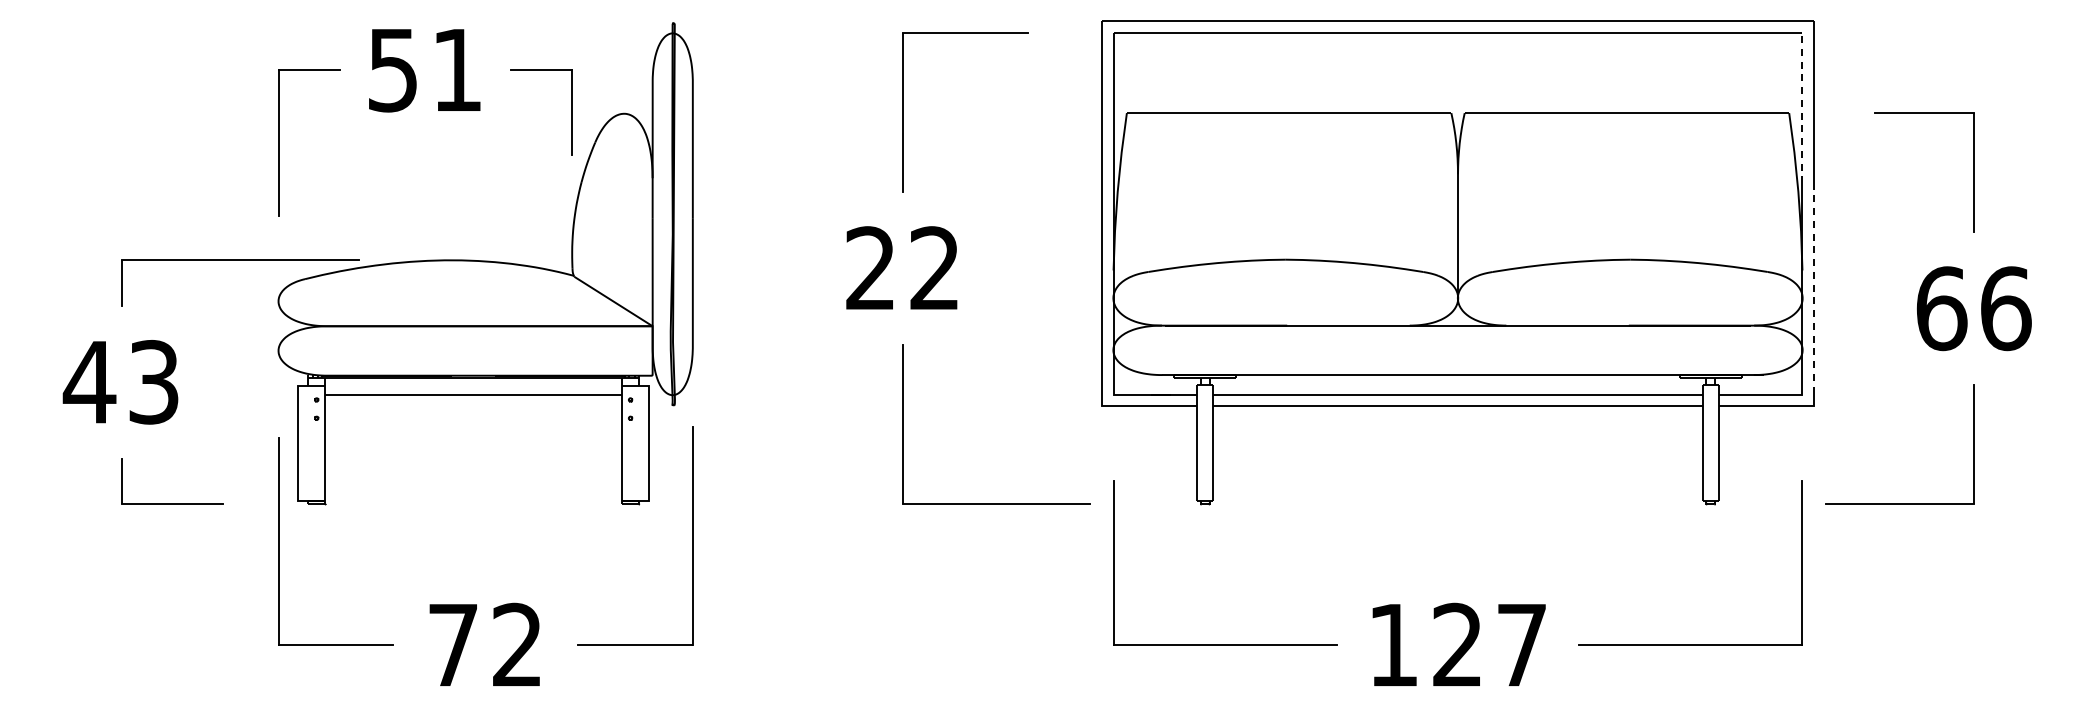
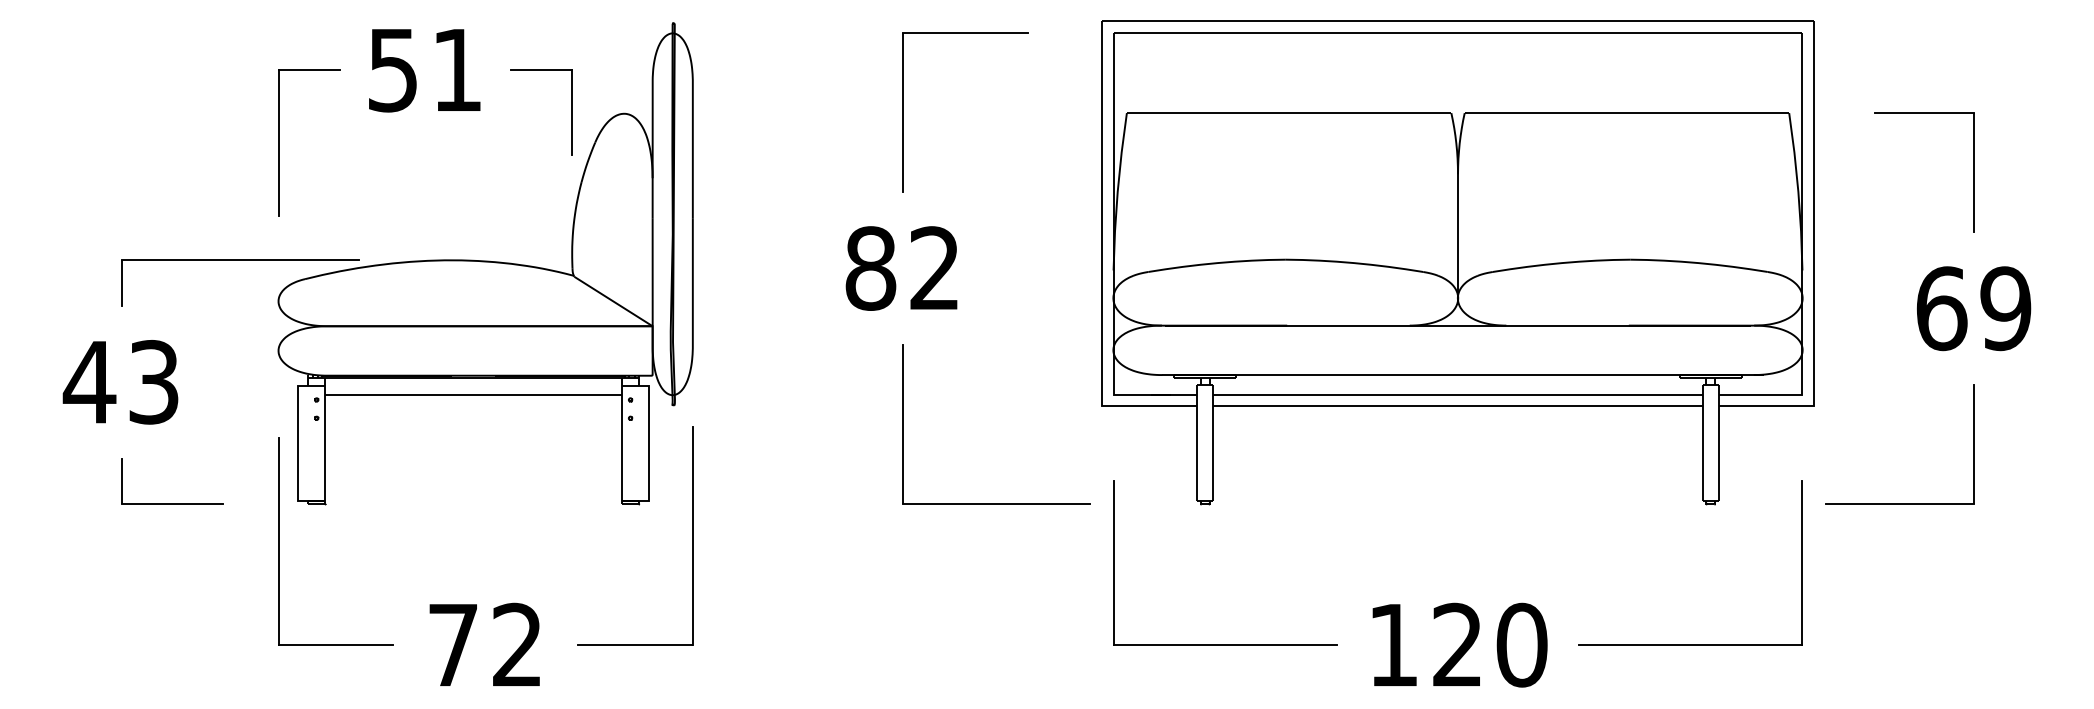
line at (1802, 107): dashed -> solid
text at (870, 268): 22 -> 82
line at (1813, 288): dashed -> solid
text at (2005, 308): 66 -> 69
text at (1521, 644): 127 -> 120
